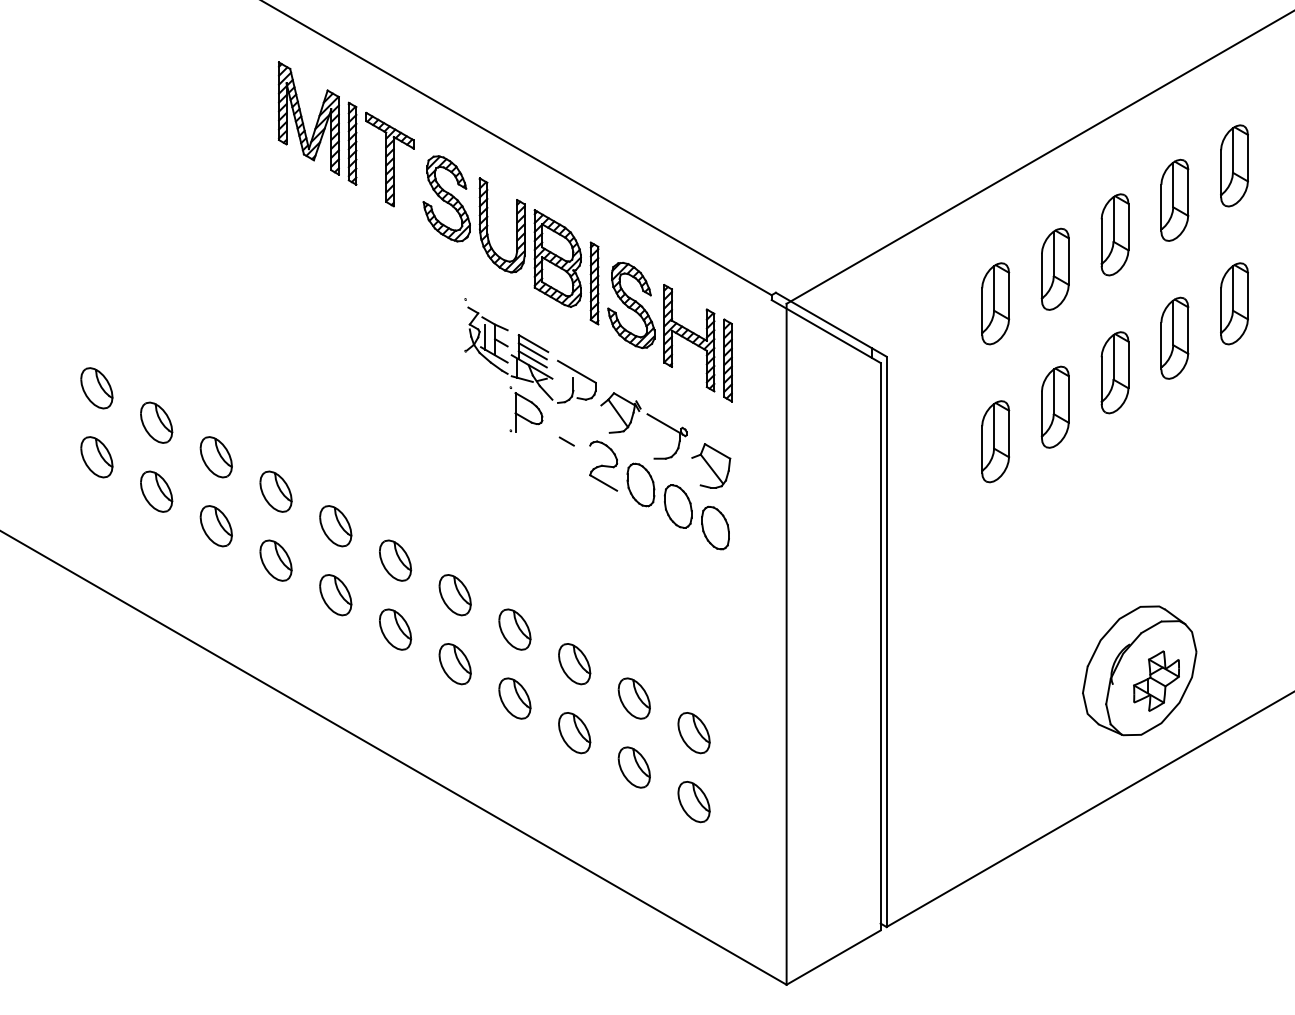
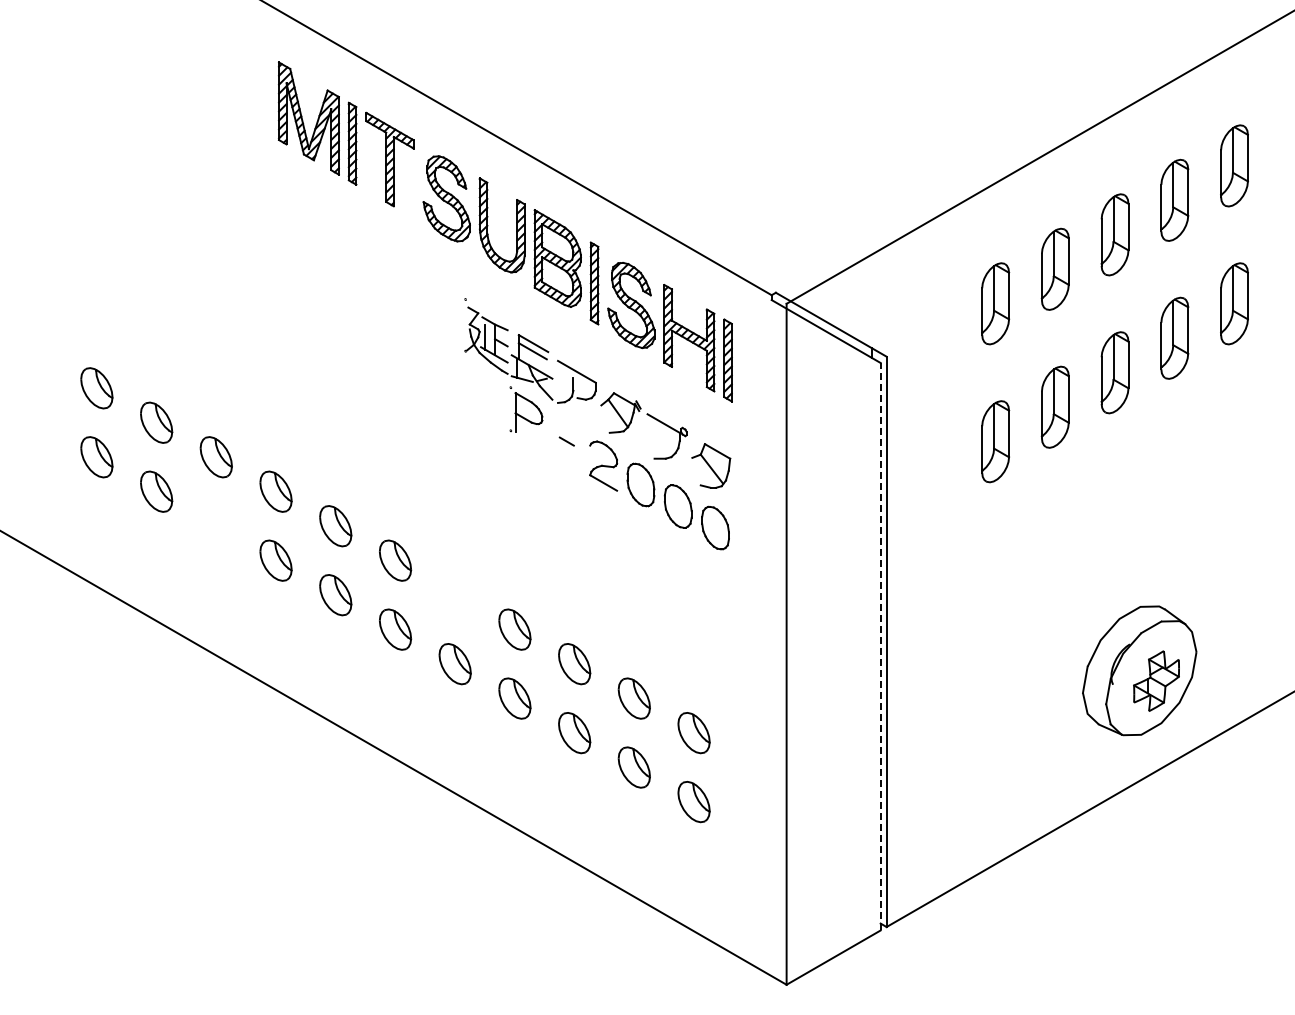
line at (532, 359): present -> none
part at (215, 526): present -> none
part at (454, 595): present -> none
line at (880, 646): solid -> dashed
